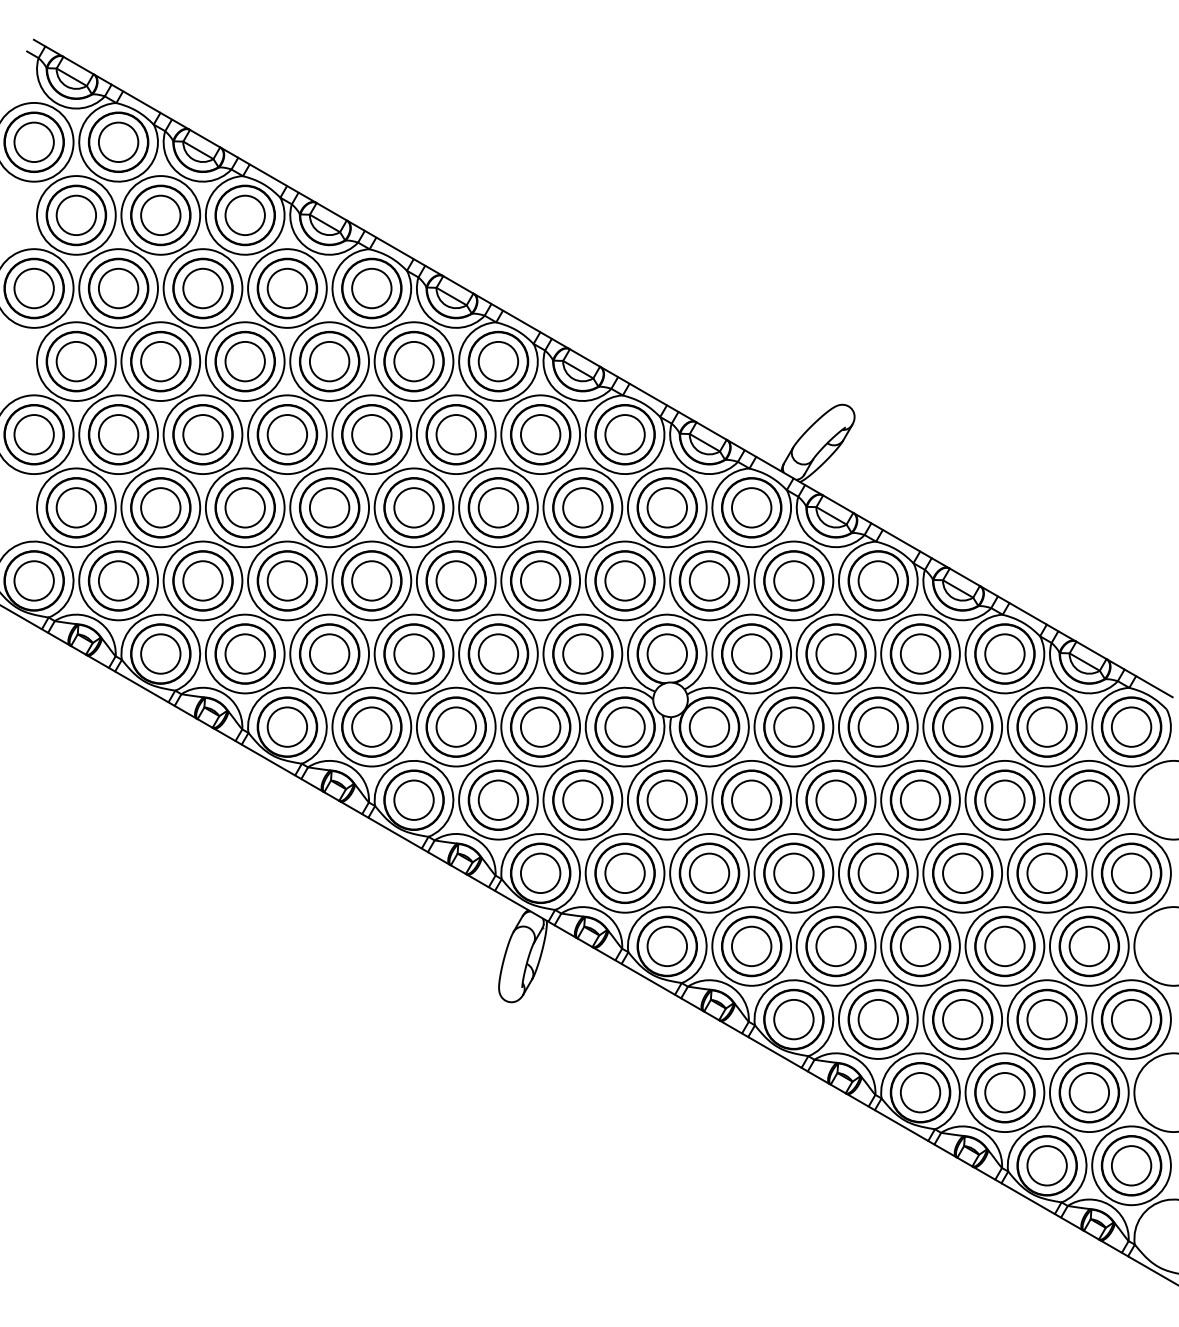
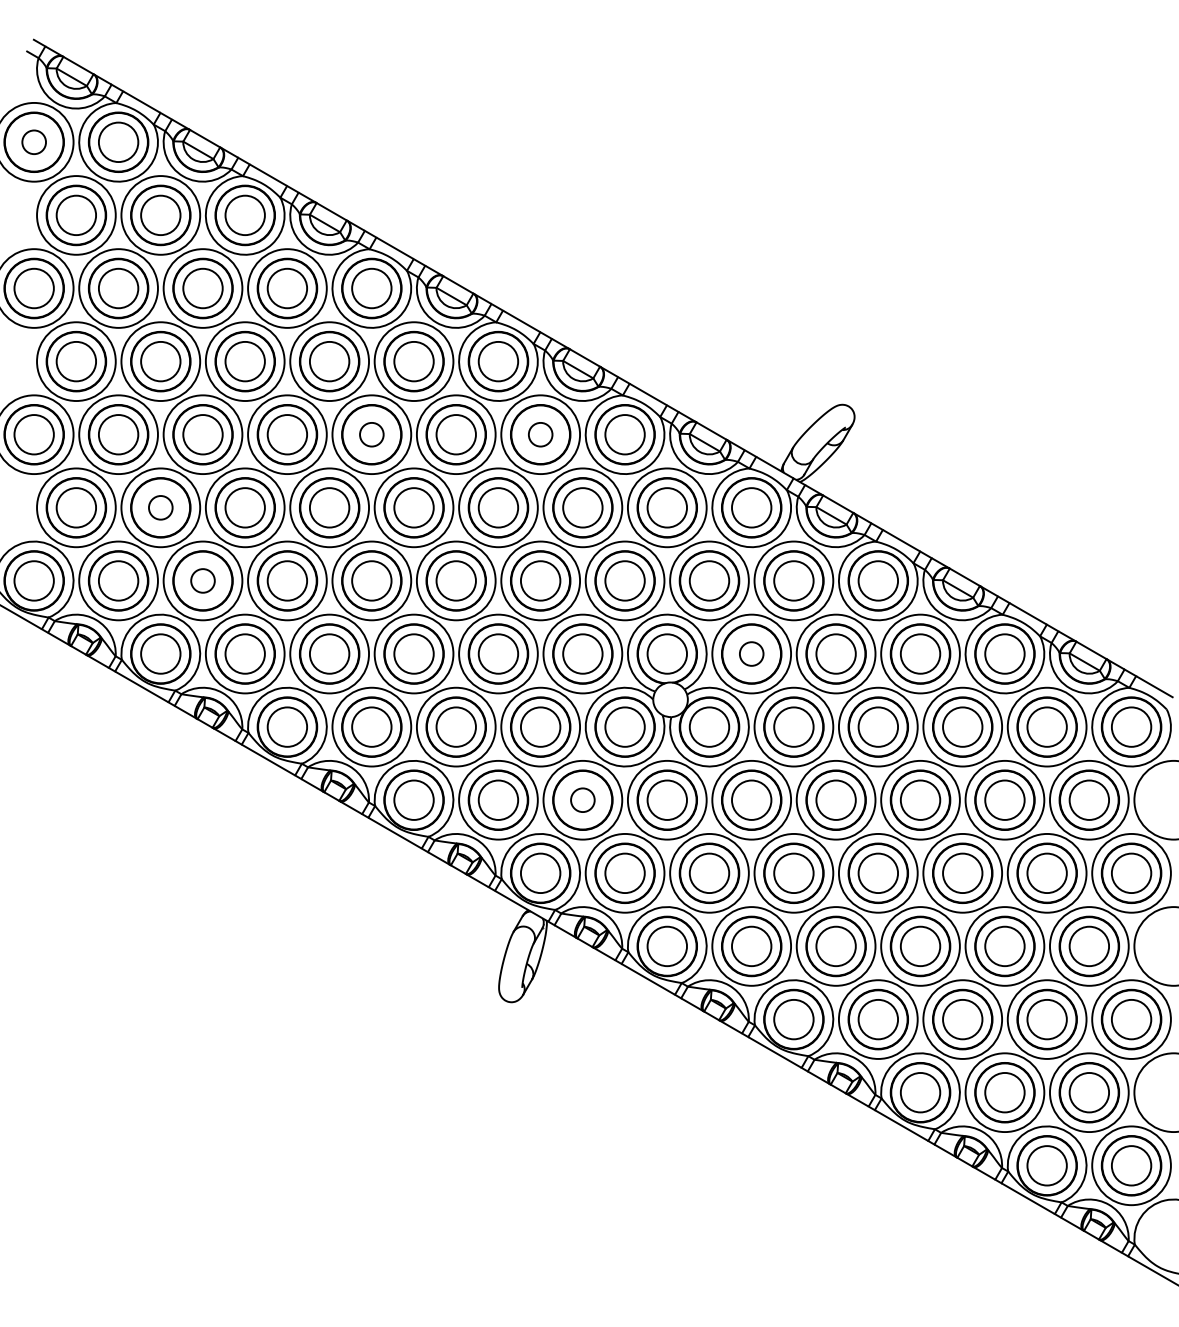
circle at (33, 142) diameter: 39 px -> 24 px
circle at (371, 434) diameter: 39 px -> 24 px
circle at (540, 434) diameter: 39 px -> 24 px
circle at (160, 507) diameter: 39 px -> 24 px
circle at (202, 580) diameter: 39 px -> 24 px
circle at (751, 653) diameter: 39 px -> 24 px
circle at (582, 799) diameter: 39 px -> 24 px
